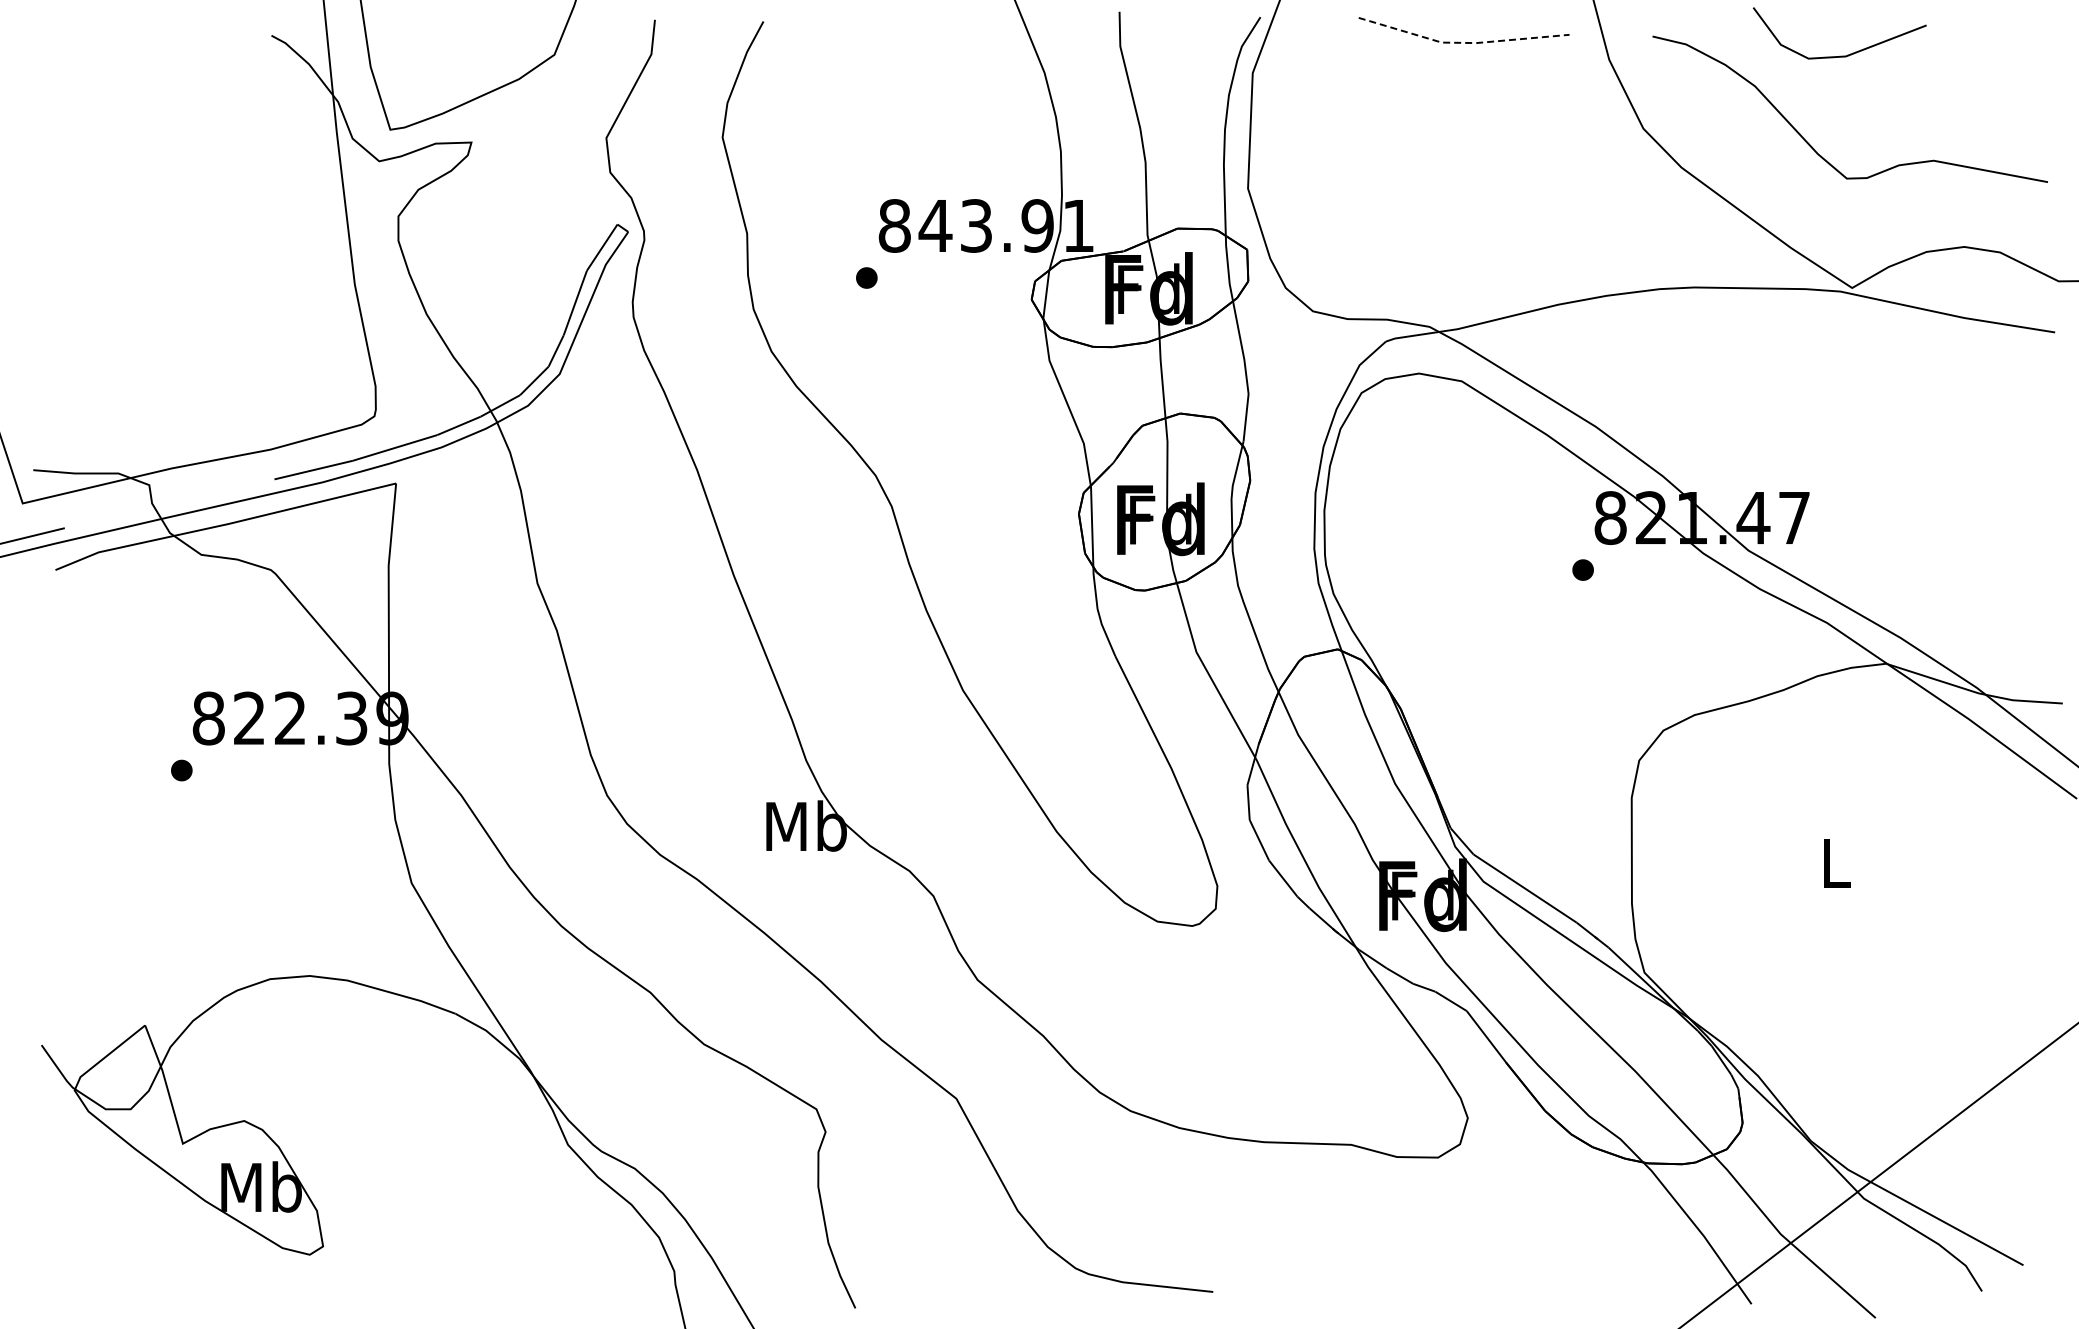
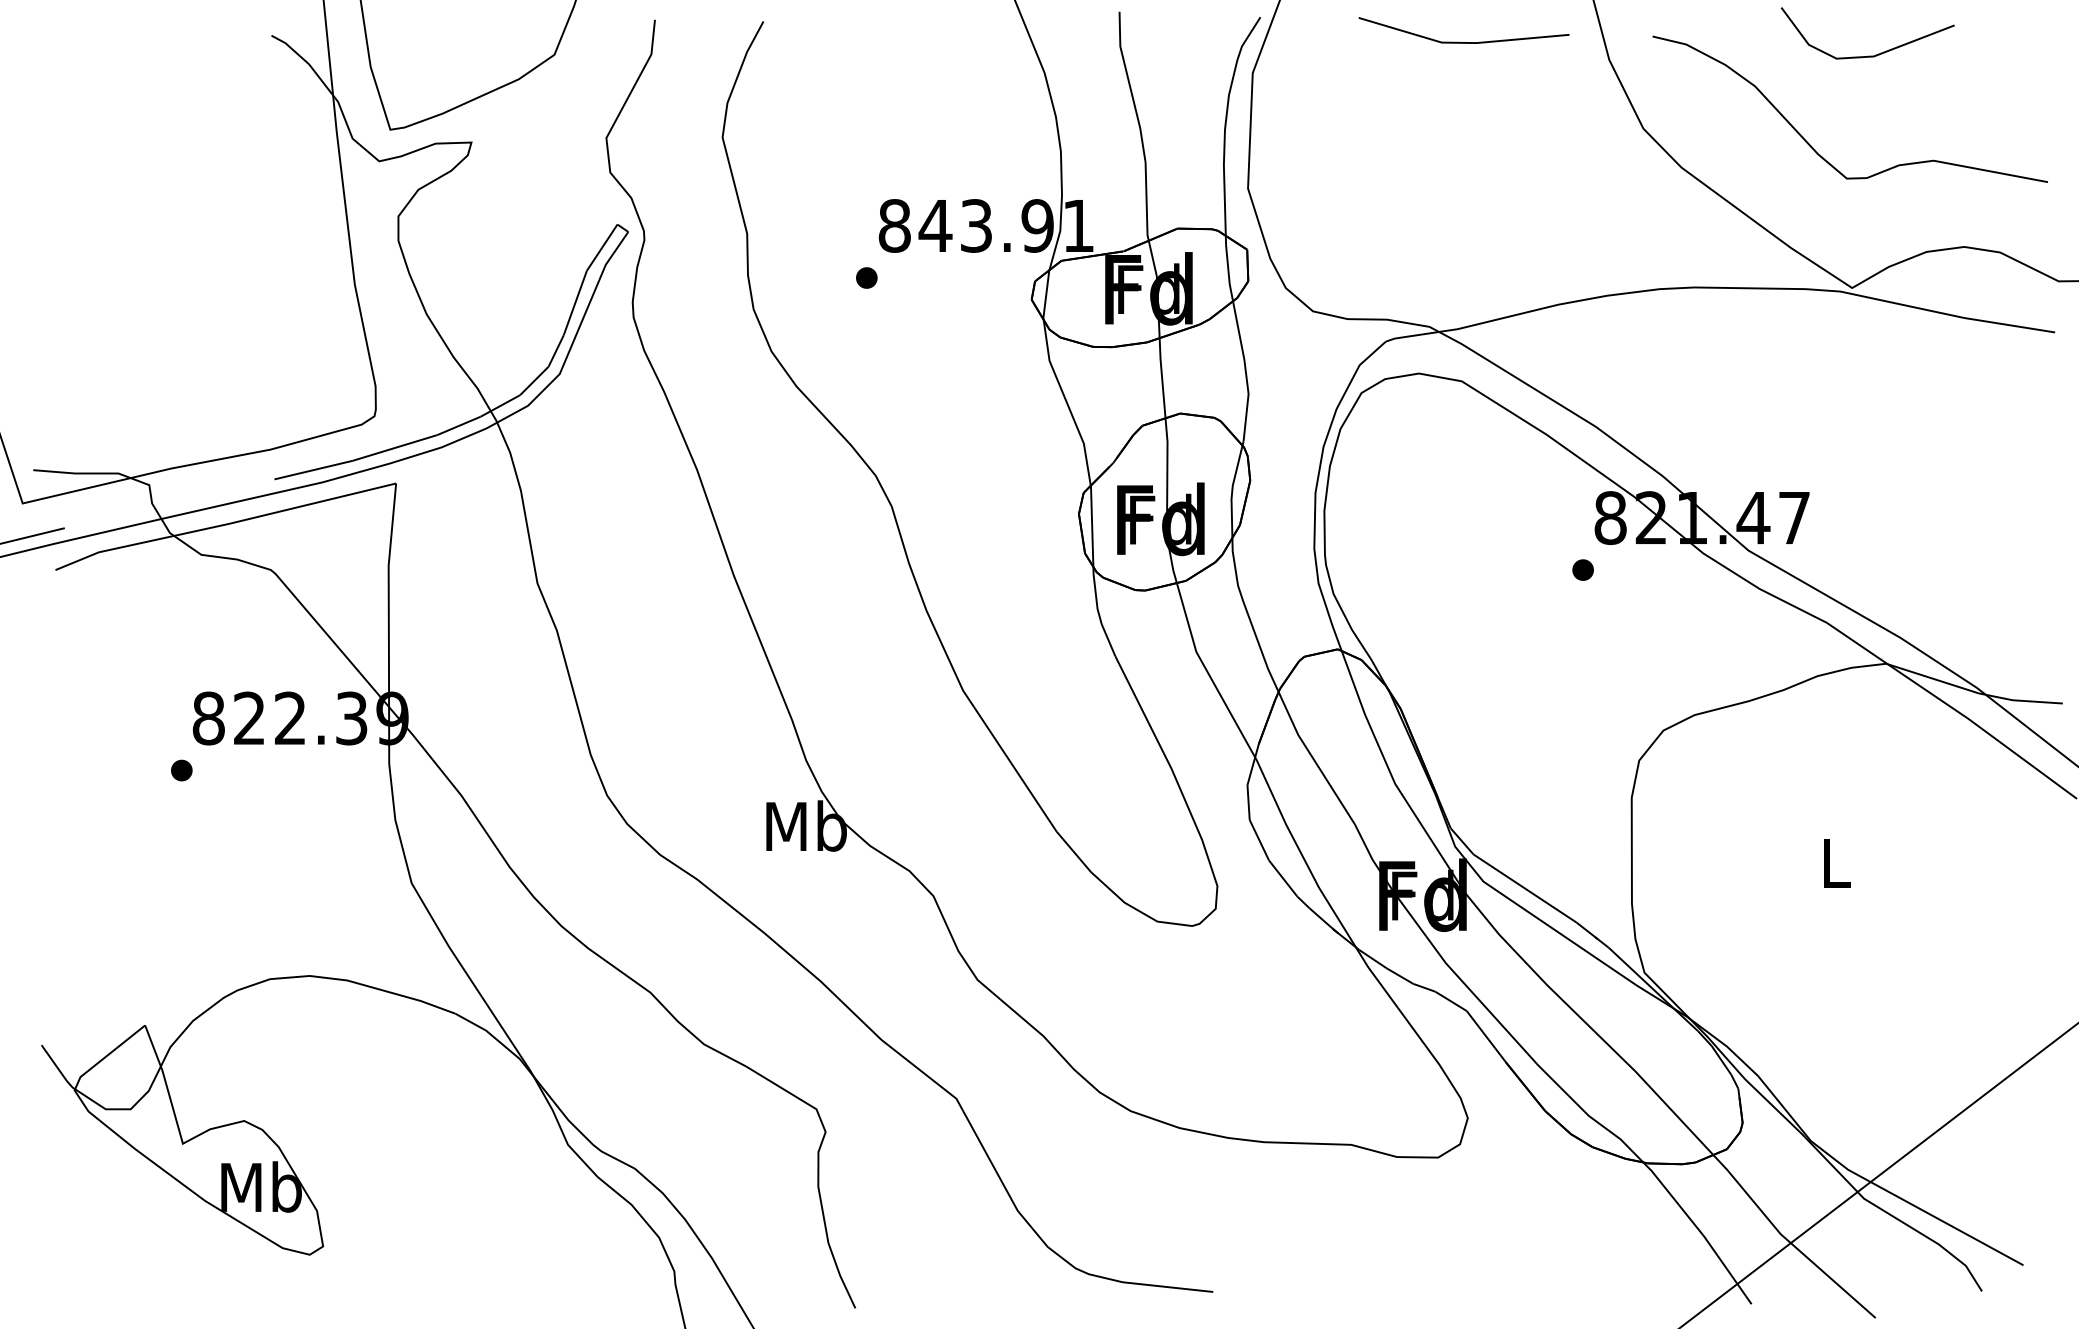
line at (1462, 42): dashed -> solid
line at (1840, 55) position: (1840, 55) -> (1868, 55)
